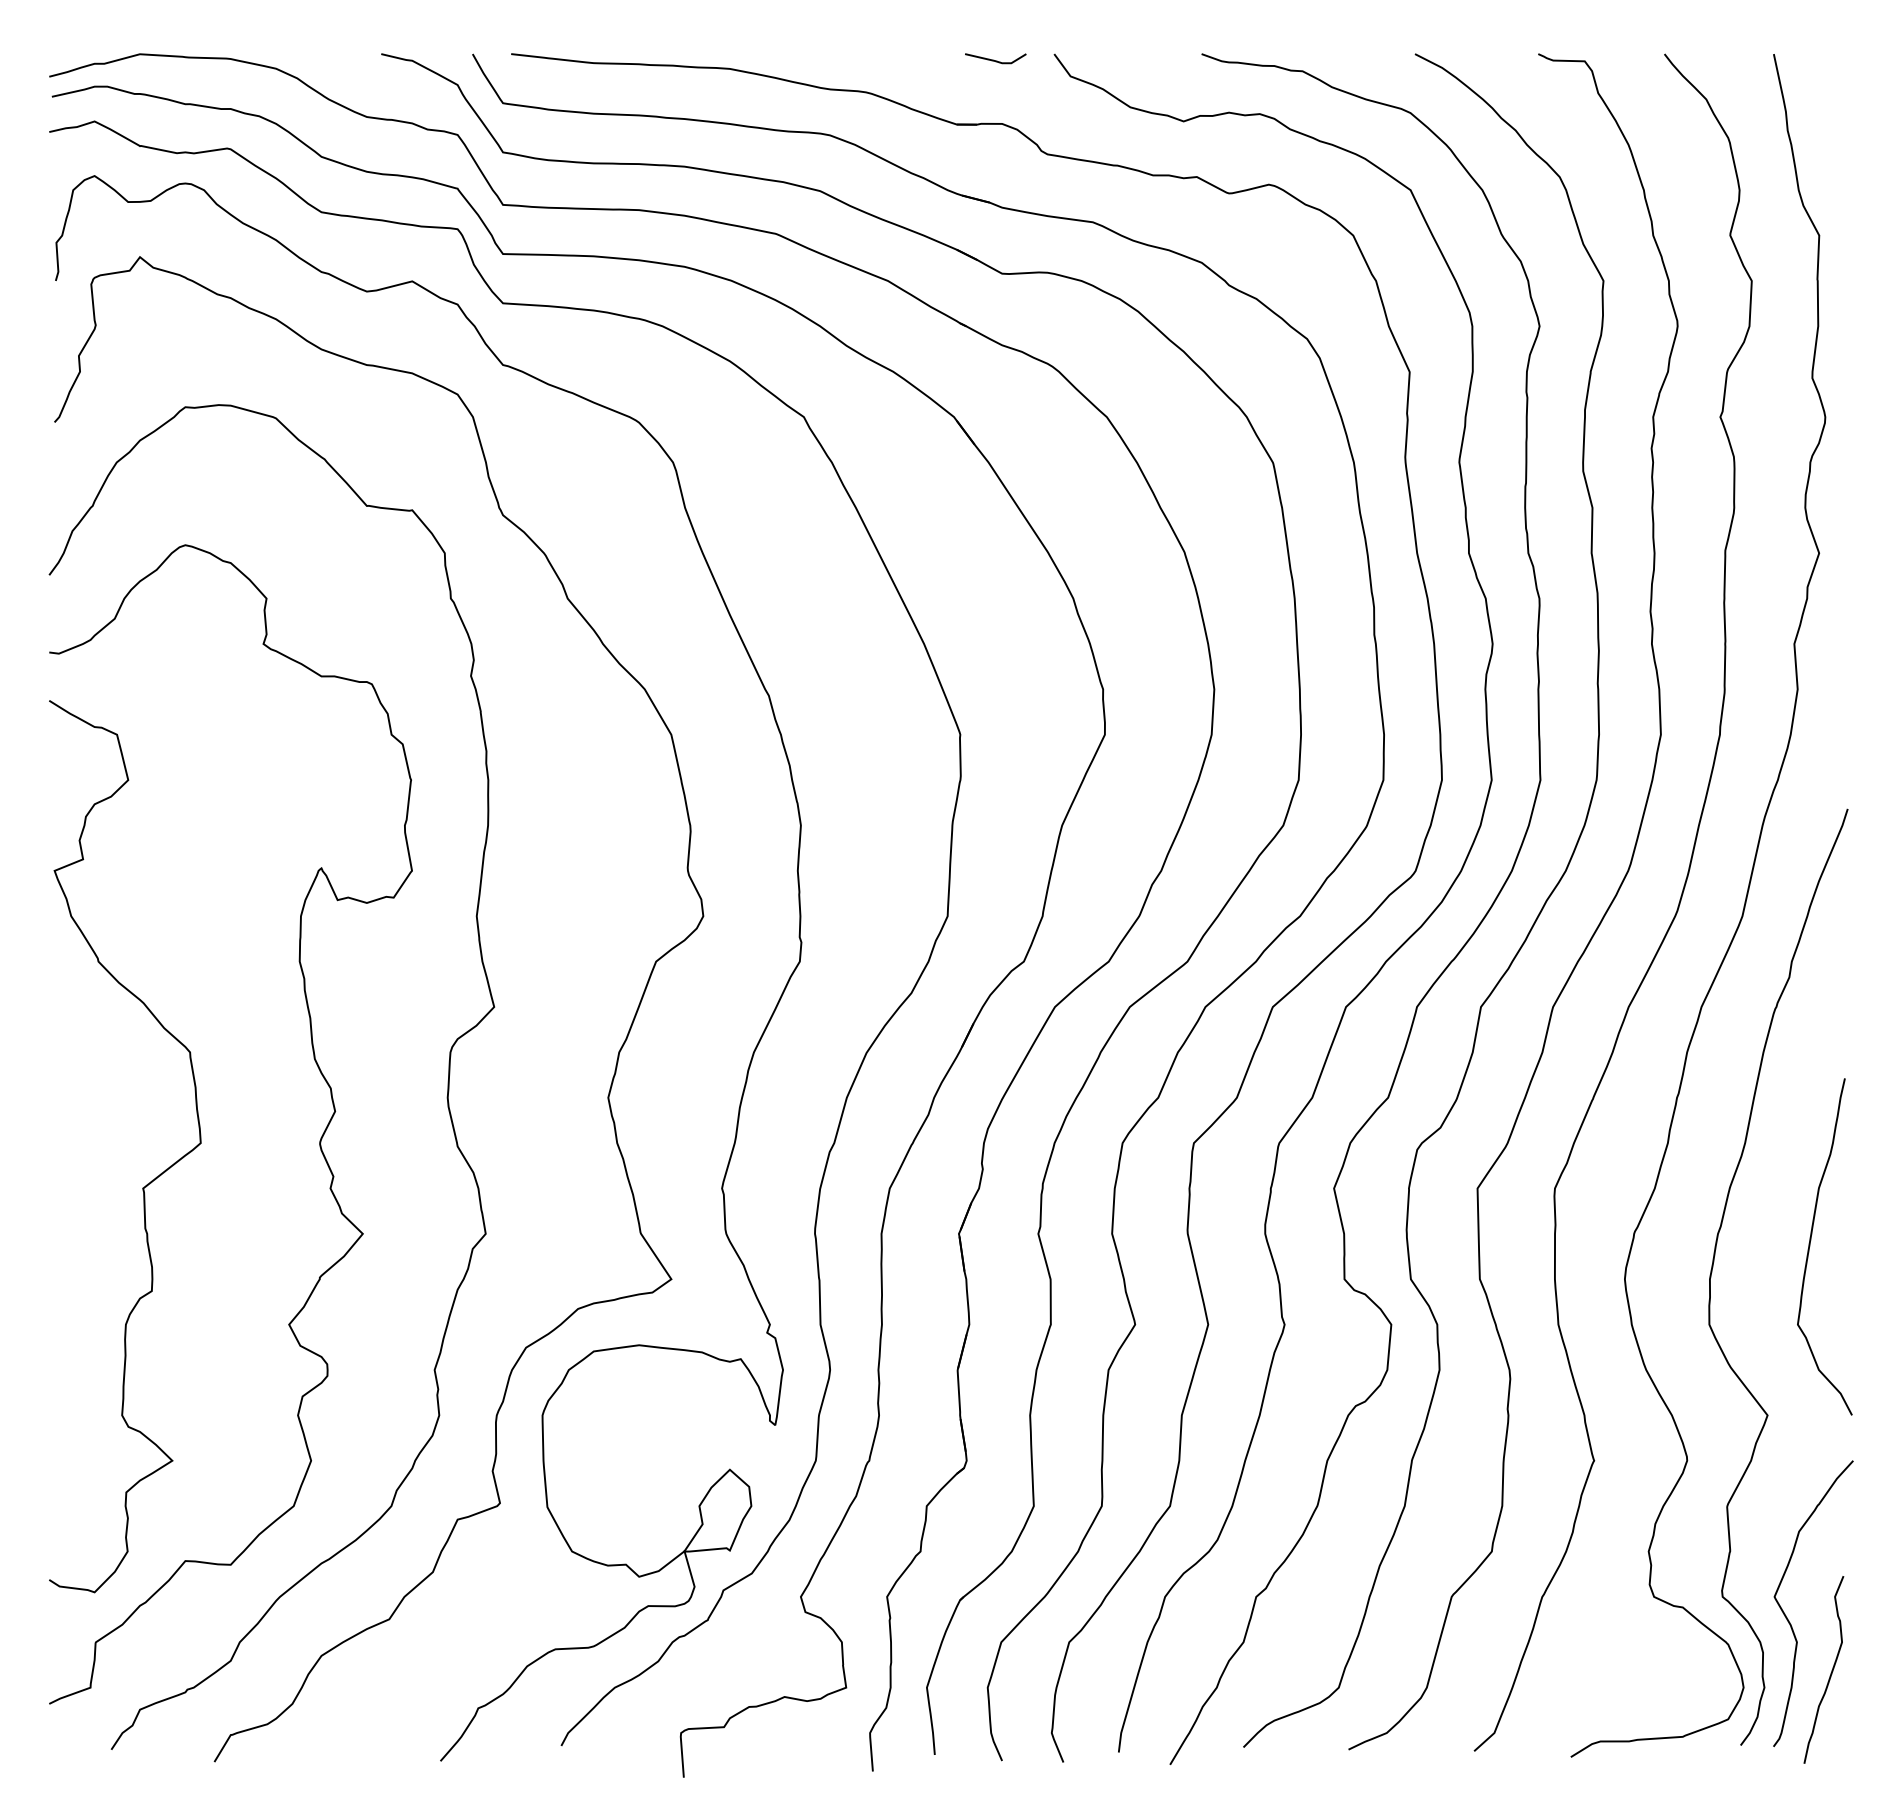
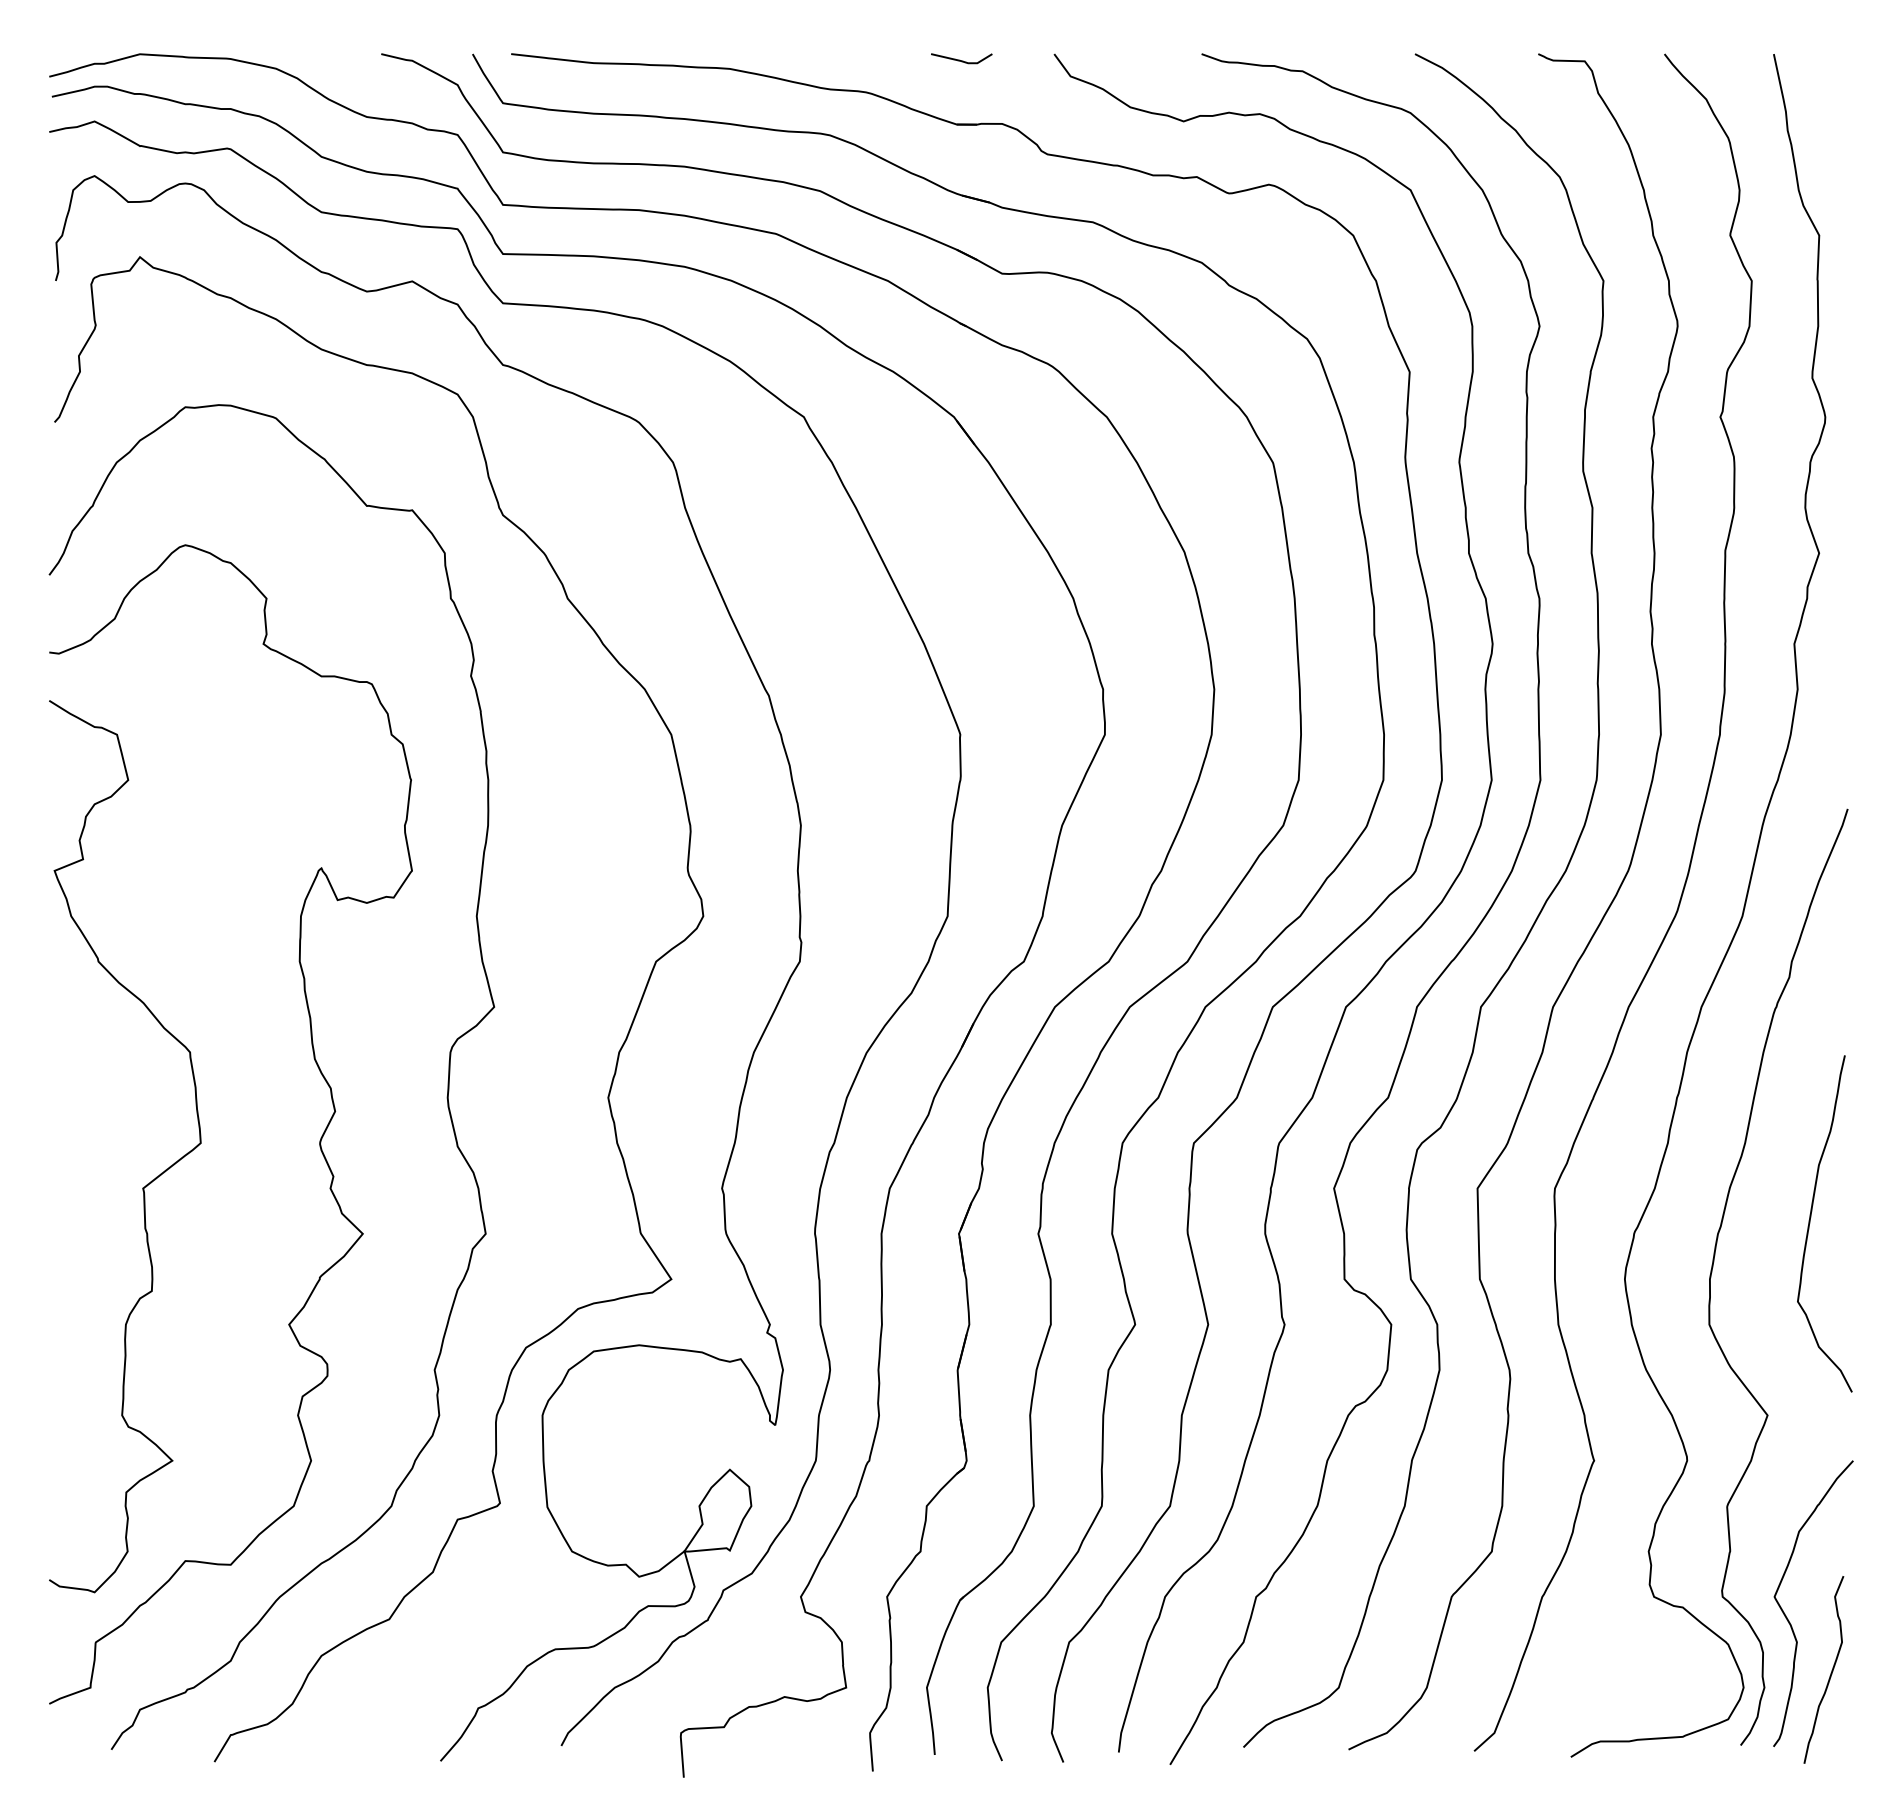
line at (995, 60) position: (995, 60) -> (961, 60)
curve at (1810, 1246) position: (1810, 1246) -> (1810, 1223)
